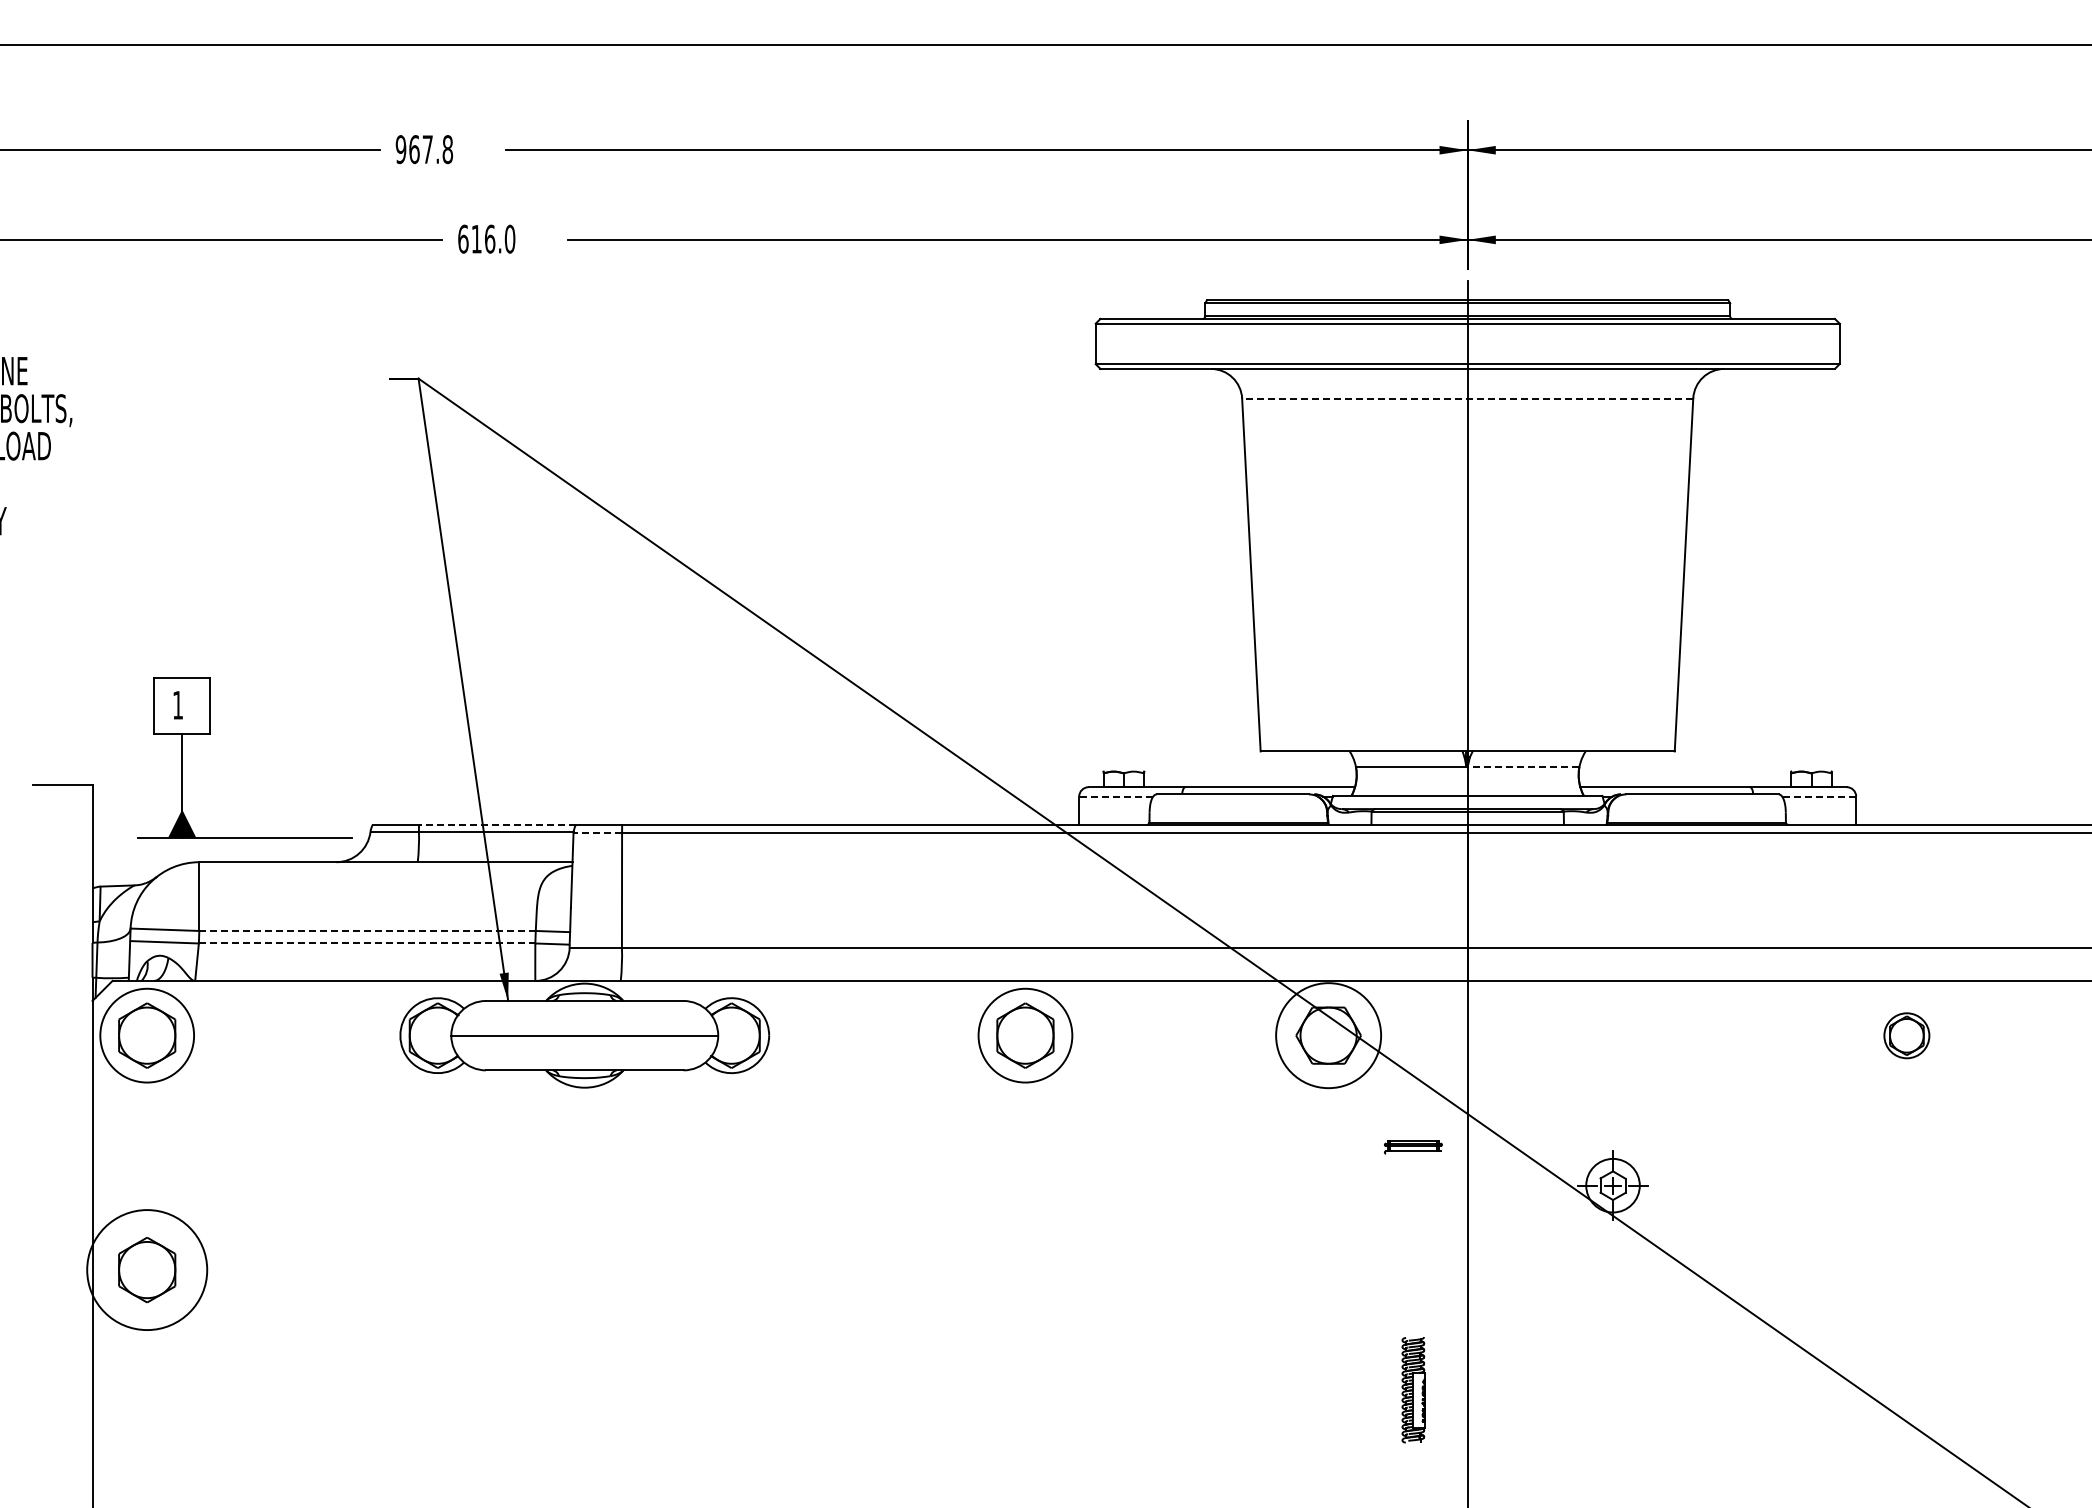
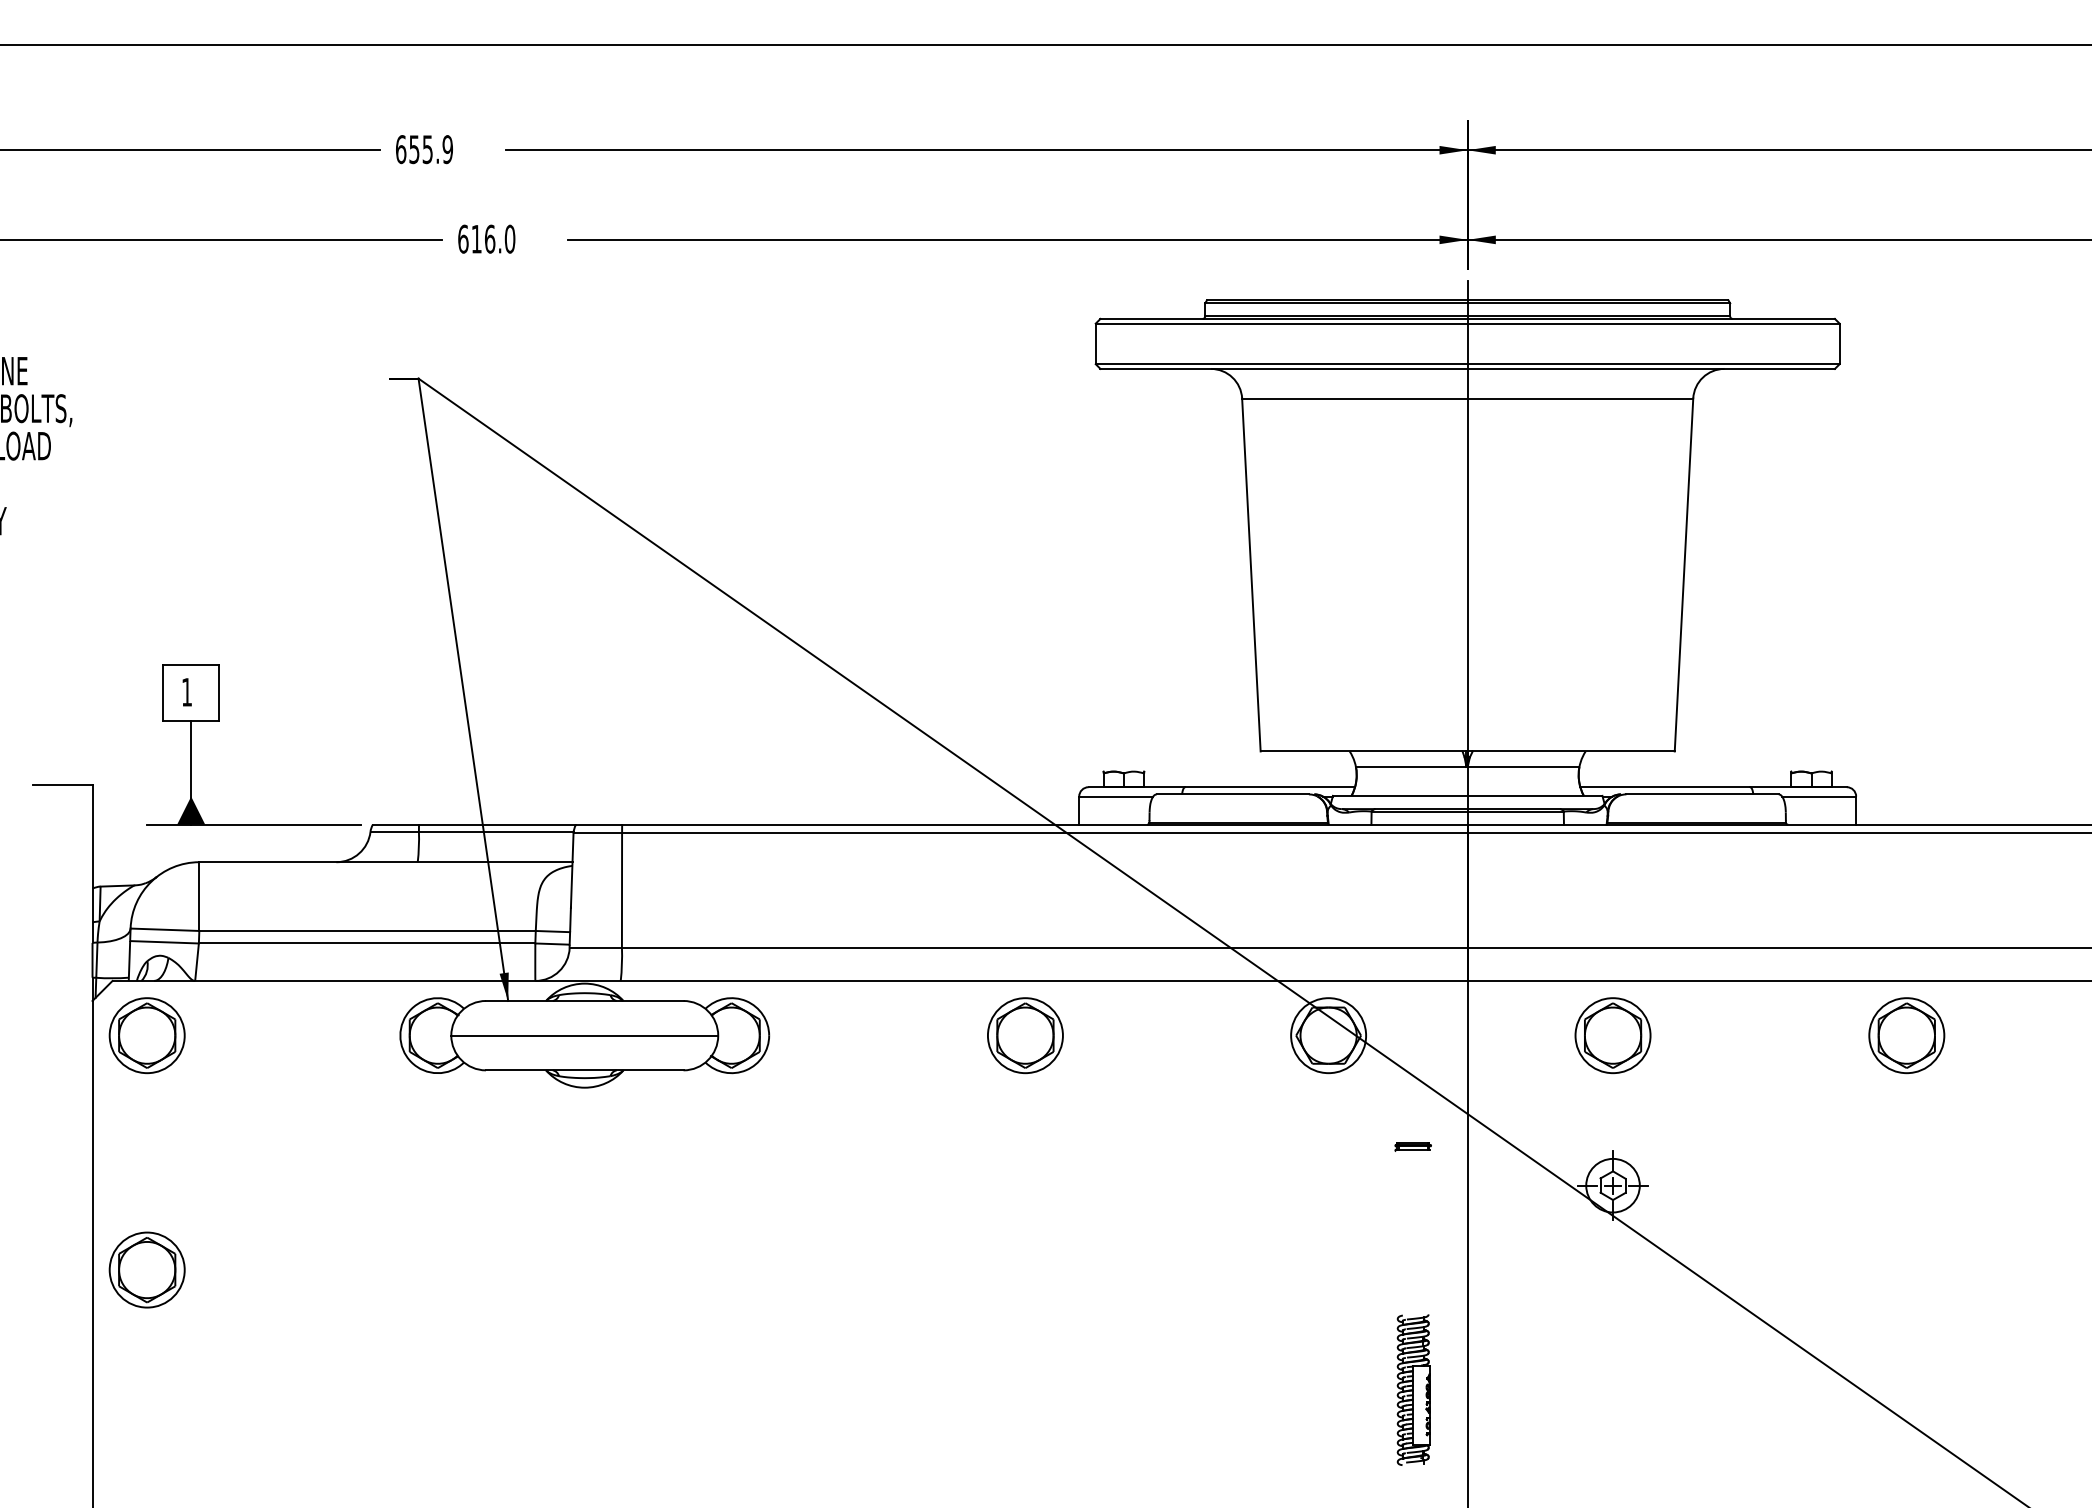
text at (424, 149): 967.8 -> 655.9
line at (1467, 398): dashed -> solid
part at (210, 734) position: (210, 734) -> (219, 721)
line at (1523, 767): dashed -> solid
line at (1116, 796): dashed -> solid
line at (1818, 796): dashed -> solid
line at (497, 824): dashed -> solid
line at (597, 833): dashed -> solid
line at (367, 930): dashed -> solid
line at (367, 943): dashed -> solid
circle at (147, 1035) diameter: 94 px -> 75 px
circle at (1025, 1035) diameter: 94 px -> 75 px
circle at (1328, 1035) diameter: 105 px -> 75 px
part at (1612, 1035): none -> present
part at (1906, 1035) size: 48x48 px -> 78x78 px
part at (1413, 1147) size: 59x15 px -> 38x10 px
circle at (147, 1270) diameter: 120 px -> 75 px
part at (1413, 1390) size: 25x107 px -> 35x152 px
